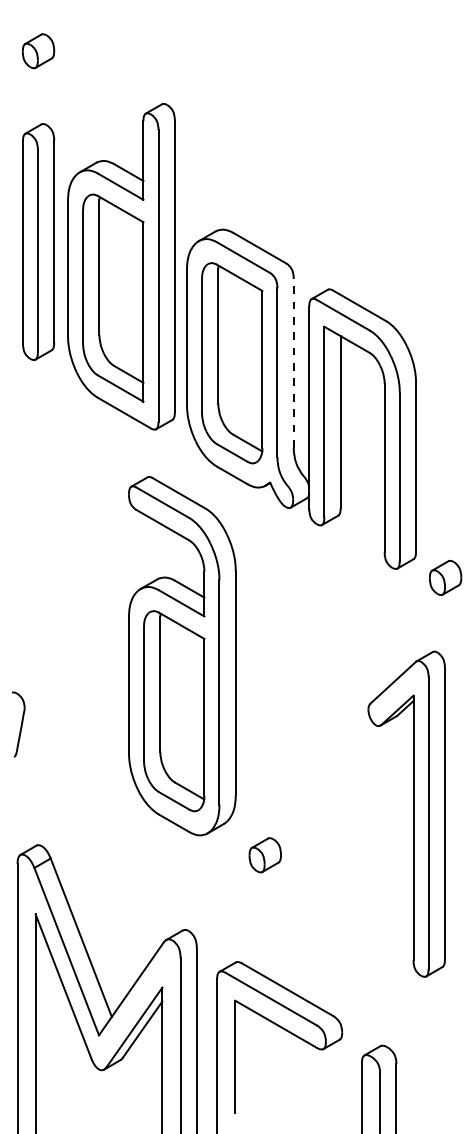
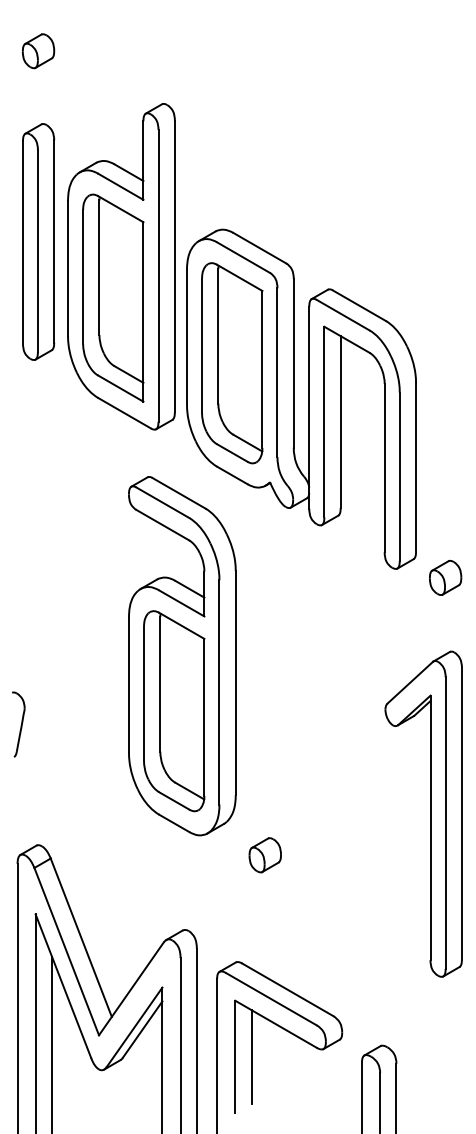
line at (293, 362): dashed -> solid
part at (413, 813) position: (413, 813) -> (430, 813)
line at (52, 1043): none -> present
line at (251, 1056): none -> present
